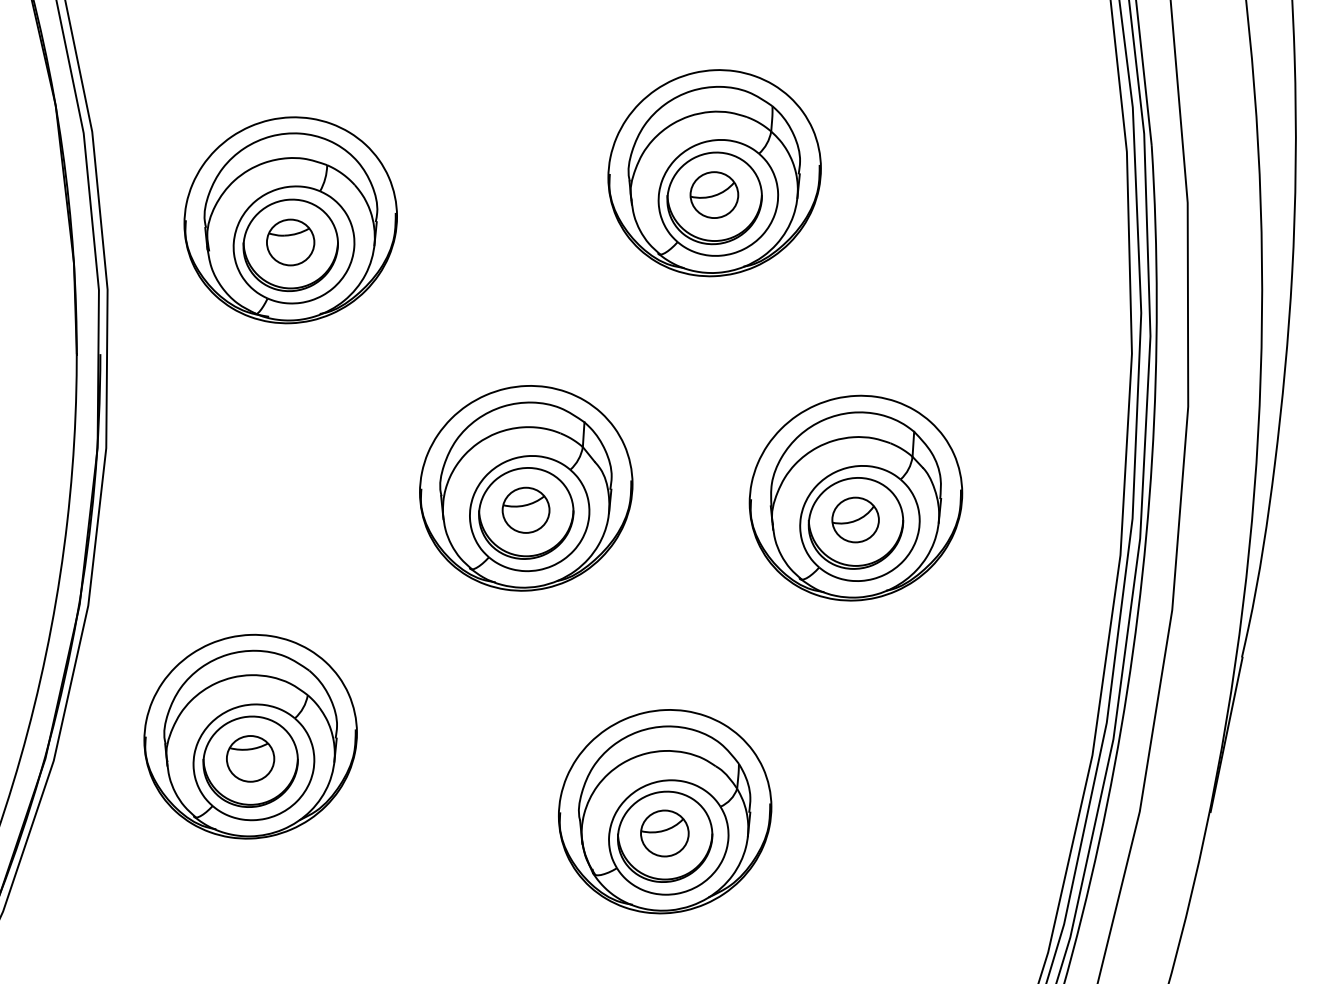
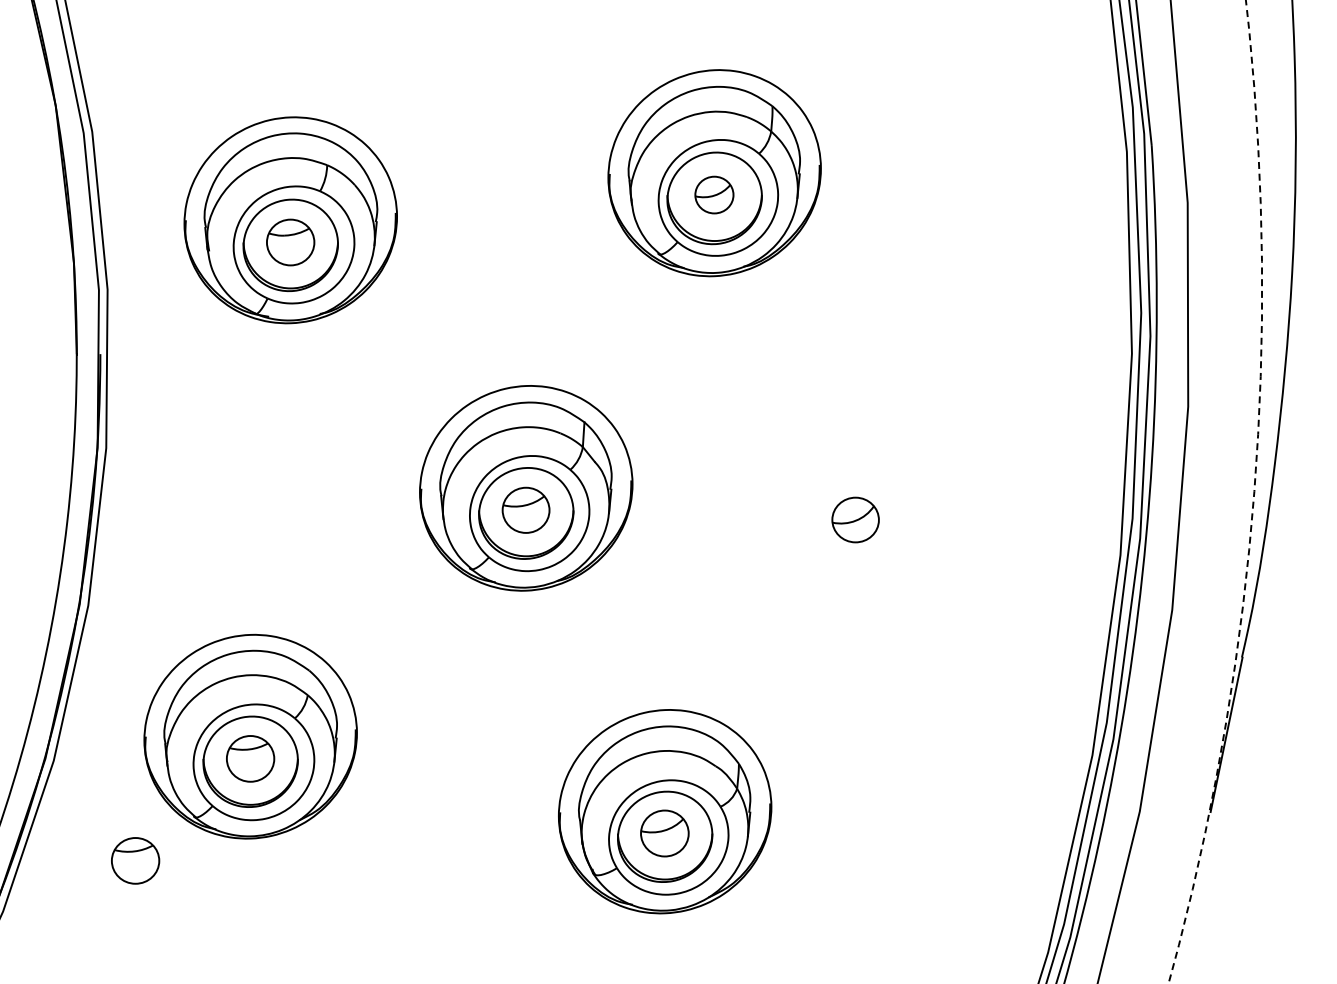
part at (714, 194) size: 51x48 px -> 41x40 px
arc at (1254, 494): solid -> dashed
part at (855, 497): present -> none
part at (135, 860): none -> present
